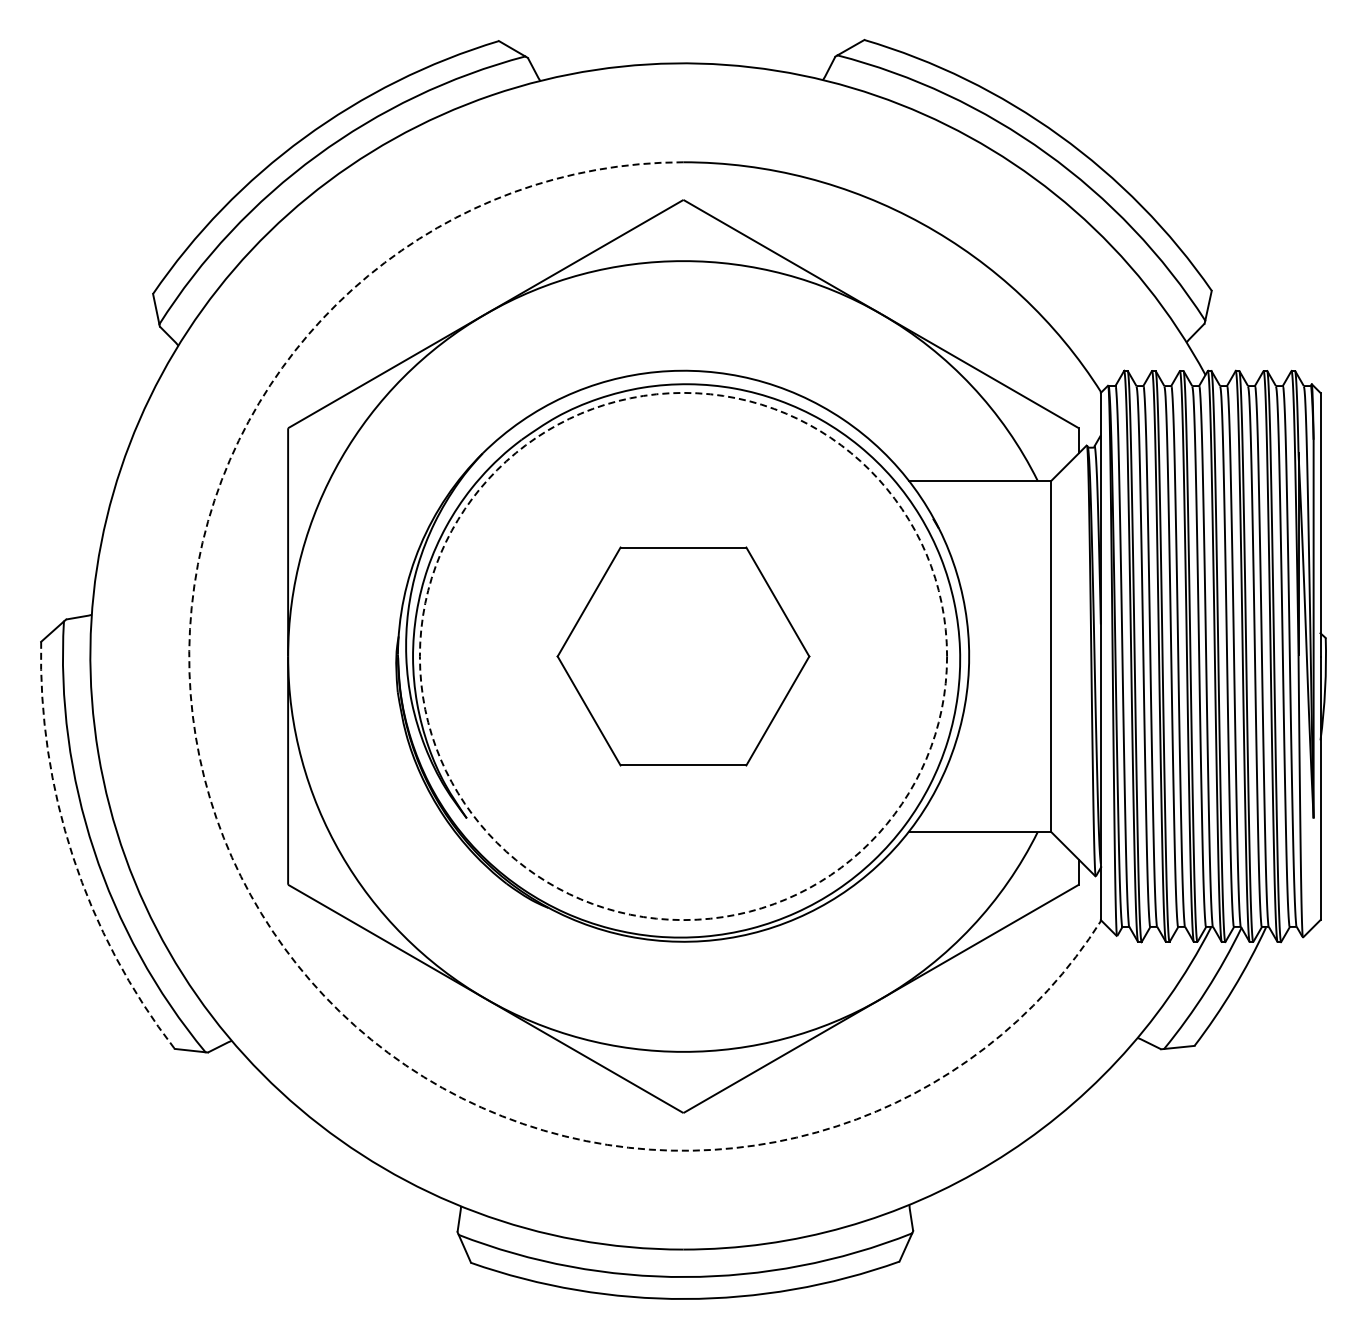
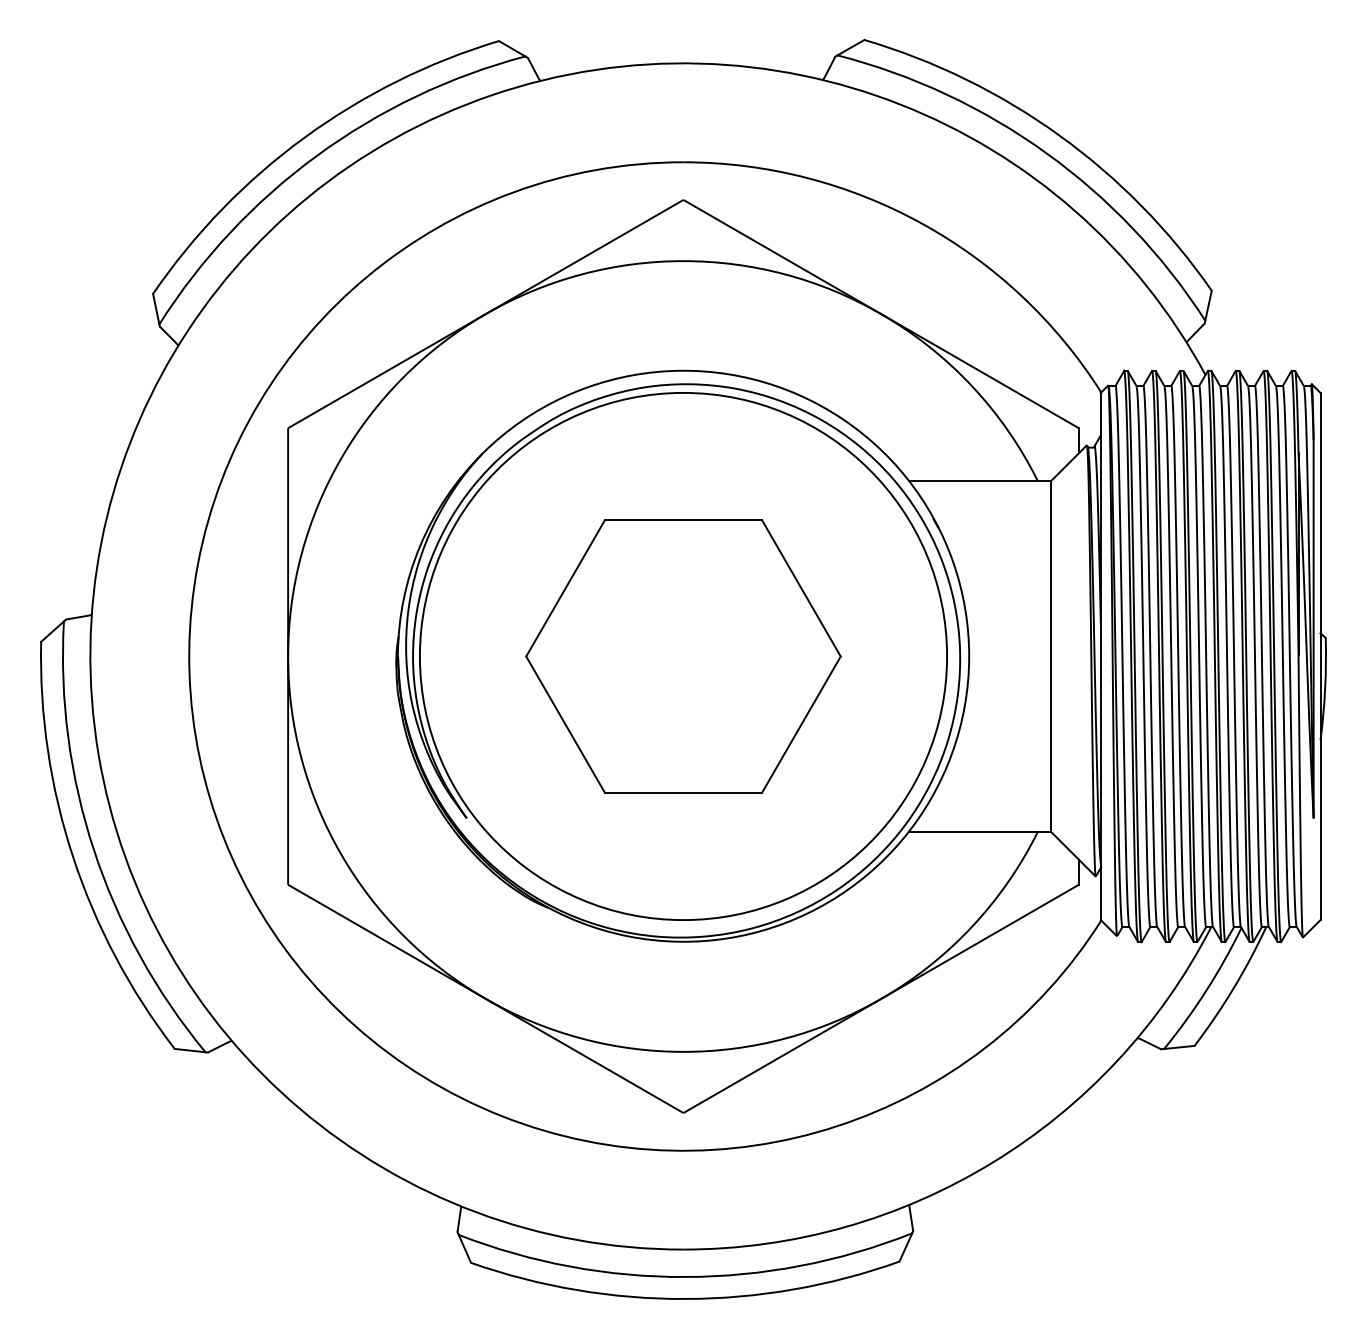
circle at (683, 656): dashed -> solid
part at (683, 656) size: 255x221 px -> 317x275 px
arc at (73, 856): dashed -> solid
arc at (250, 895): dashed -> solid
